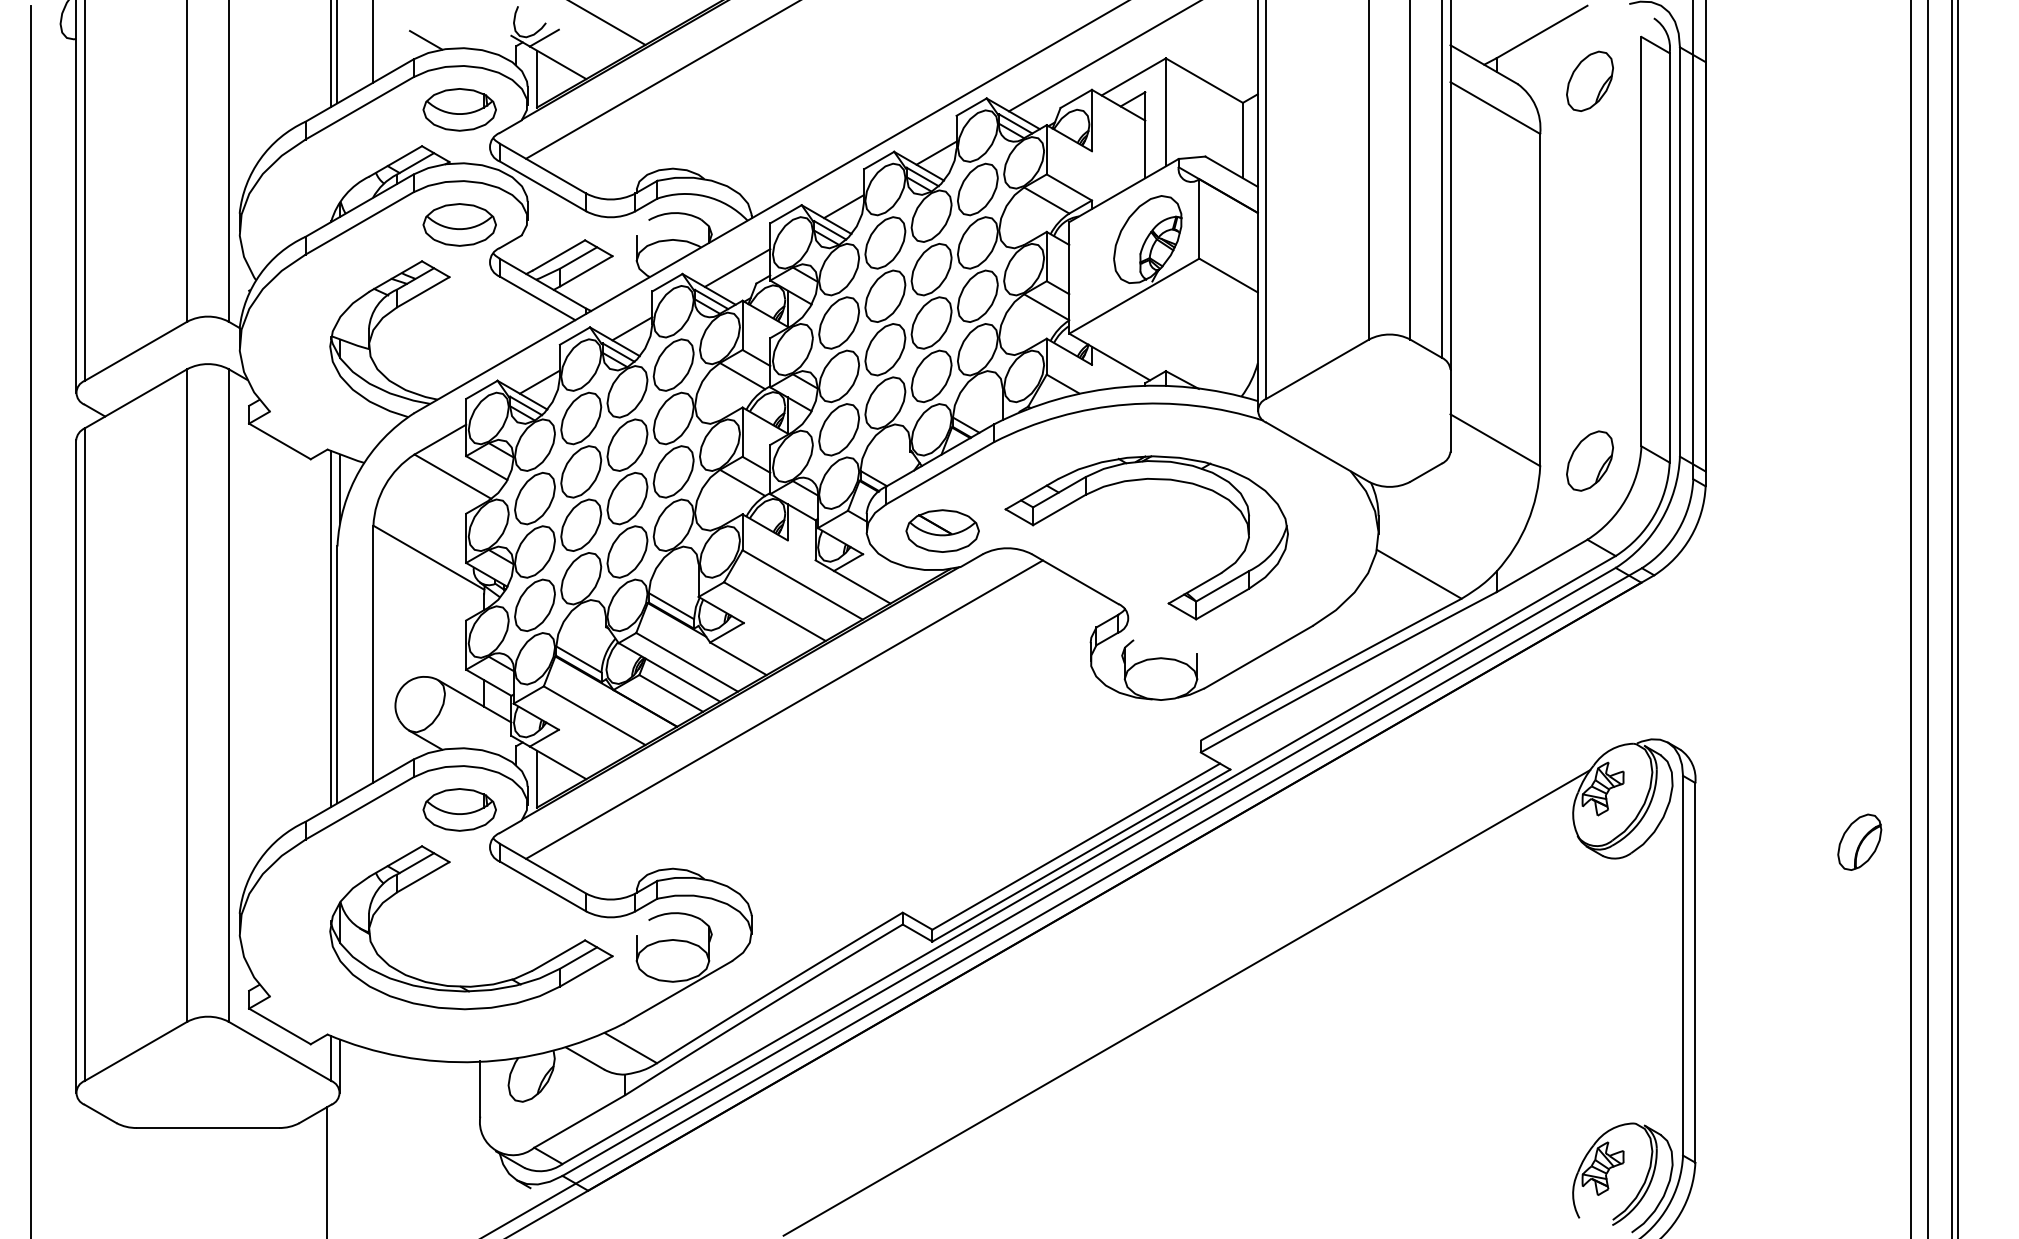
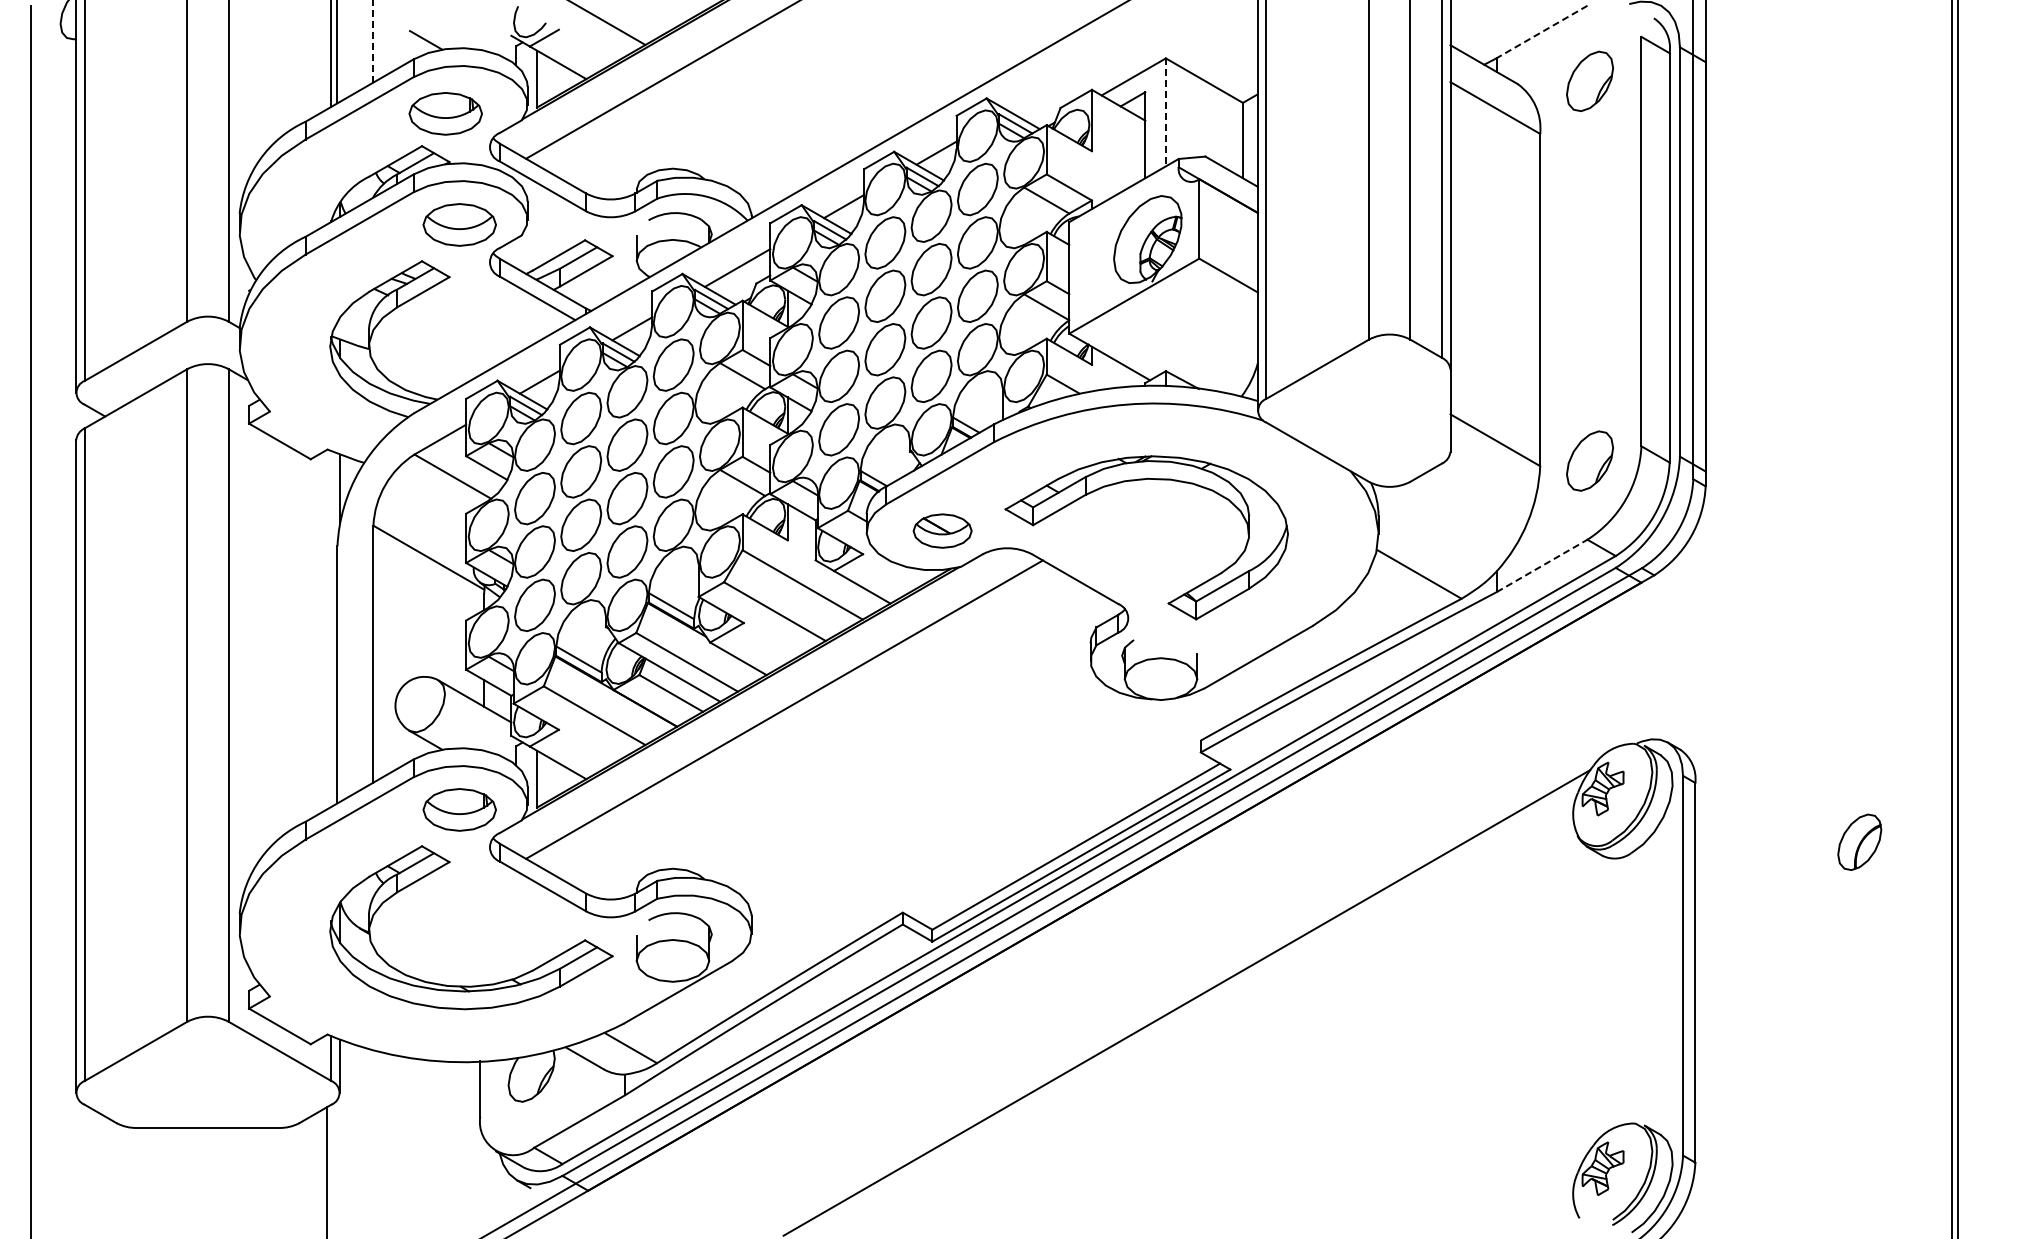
line at (1541, 32): solid -> dashed
line at (373, 41): solid -> dashed
line at (1103, 56): present -> none
part at (459, 109) position: (459, 109) -> (445, 113)
line at (1165, 112): solid -> dashed
part at (942, 530) size: 75x44 px -> 61x36 px
line at (1542, 565): solid -> dashed
line at (1911, 618): present -> none
line at (1927, 618): present -> none
line at (331, 628): present -> none
